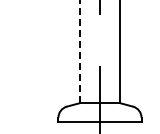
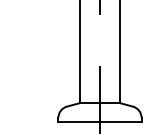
line at (79, 51): dashed -> solid
